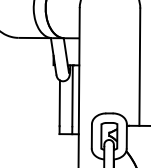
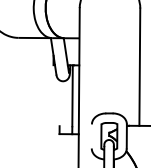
line at (59, 103): present -> none
line at (91, 136): present -> none
